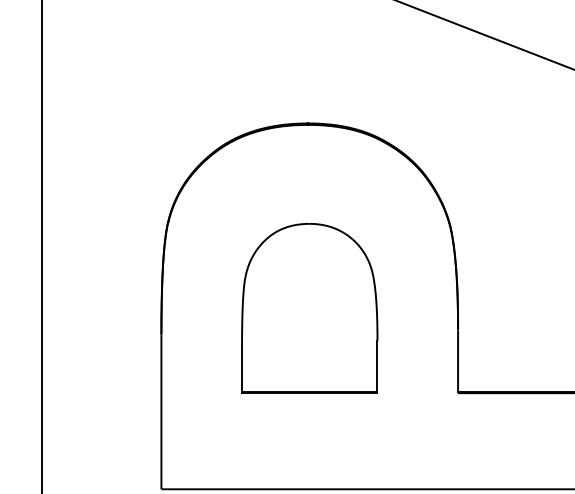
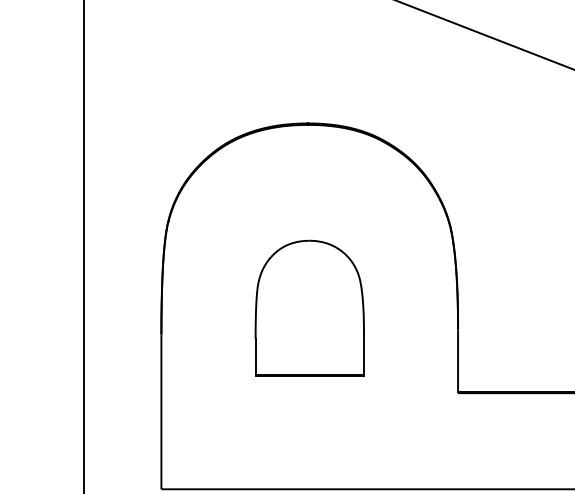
line at (42, 246) position: (42, 246) -> (84, 246)
part at (309, 308) size: 138x171 px -> 111x138 px
